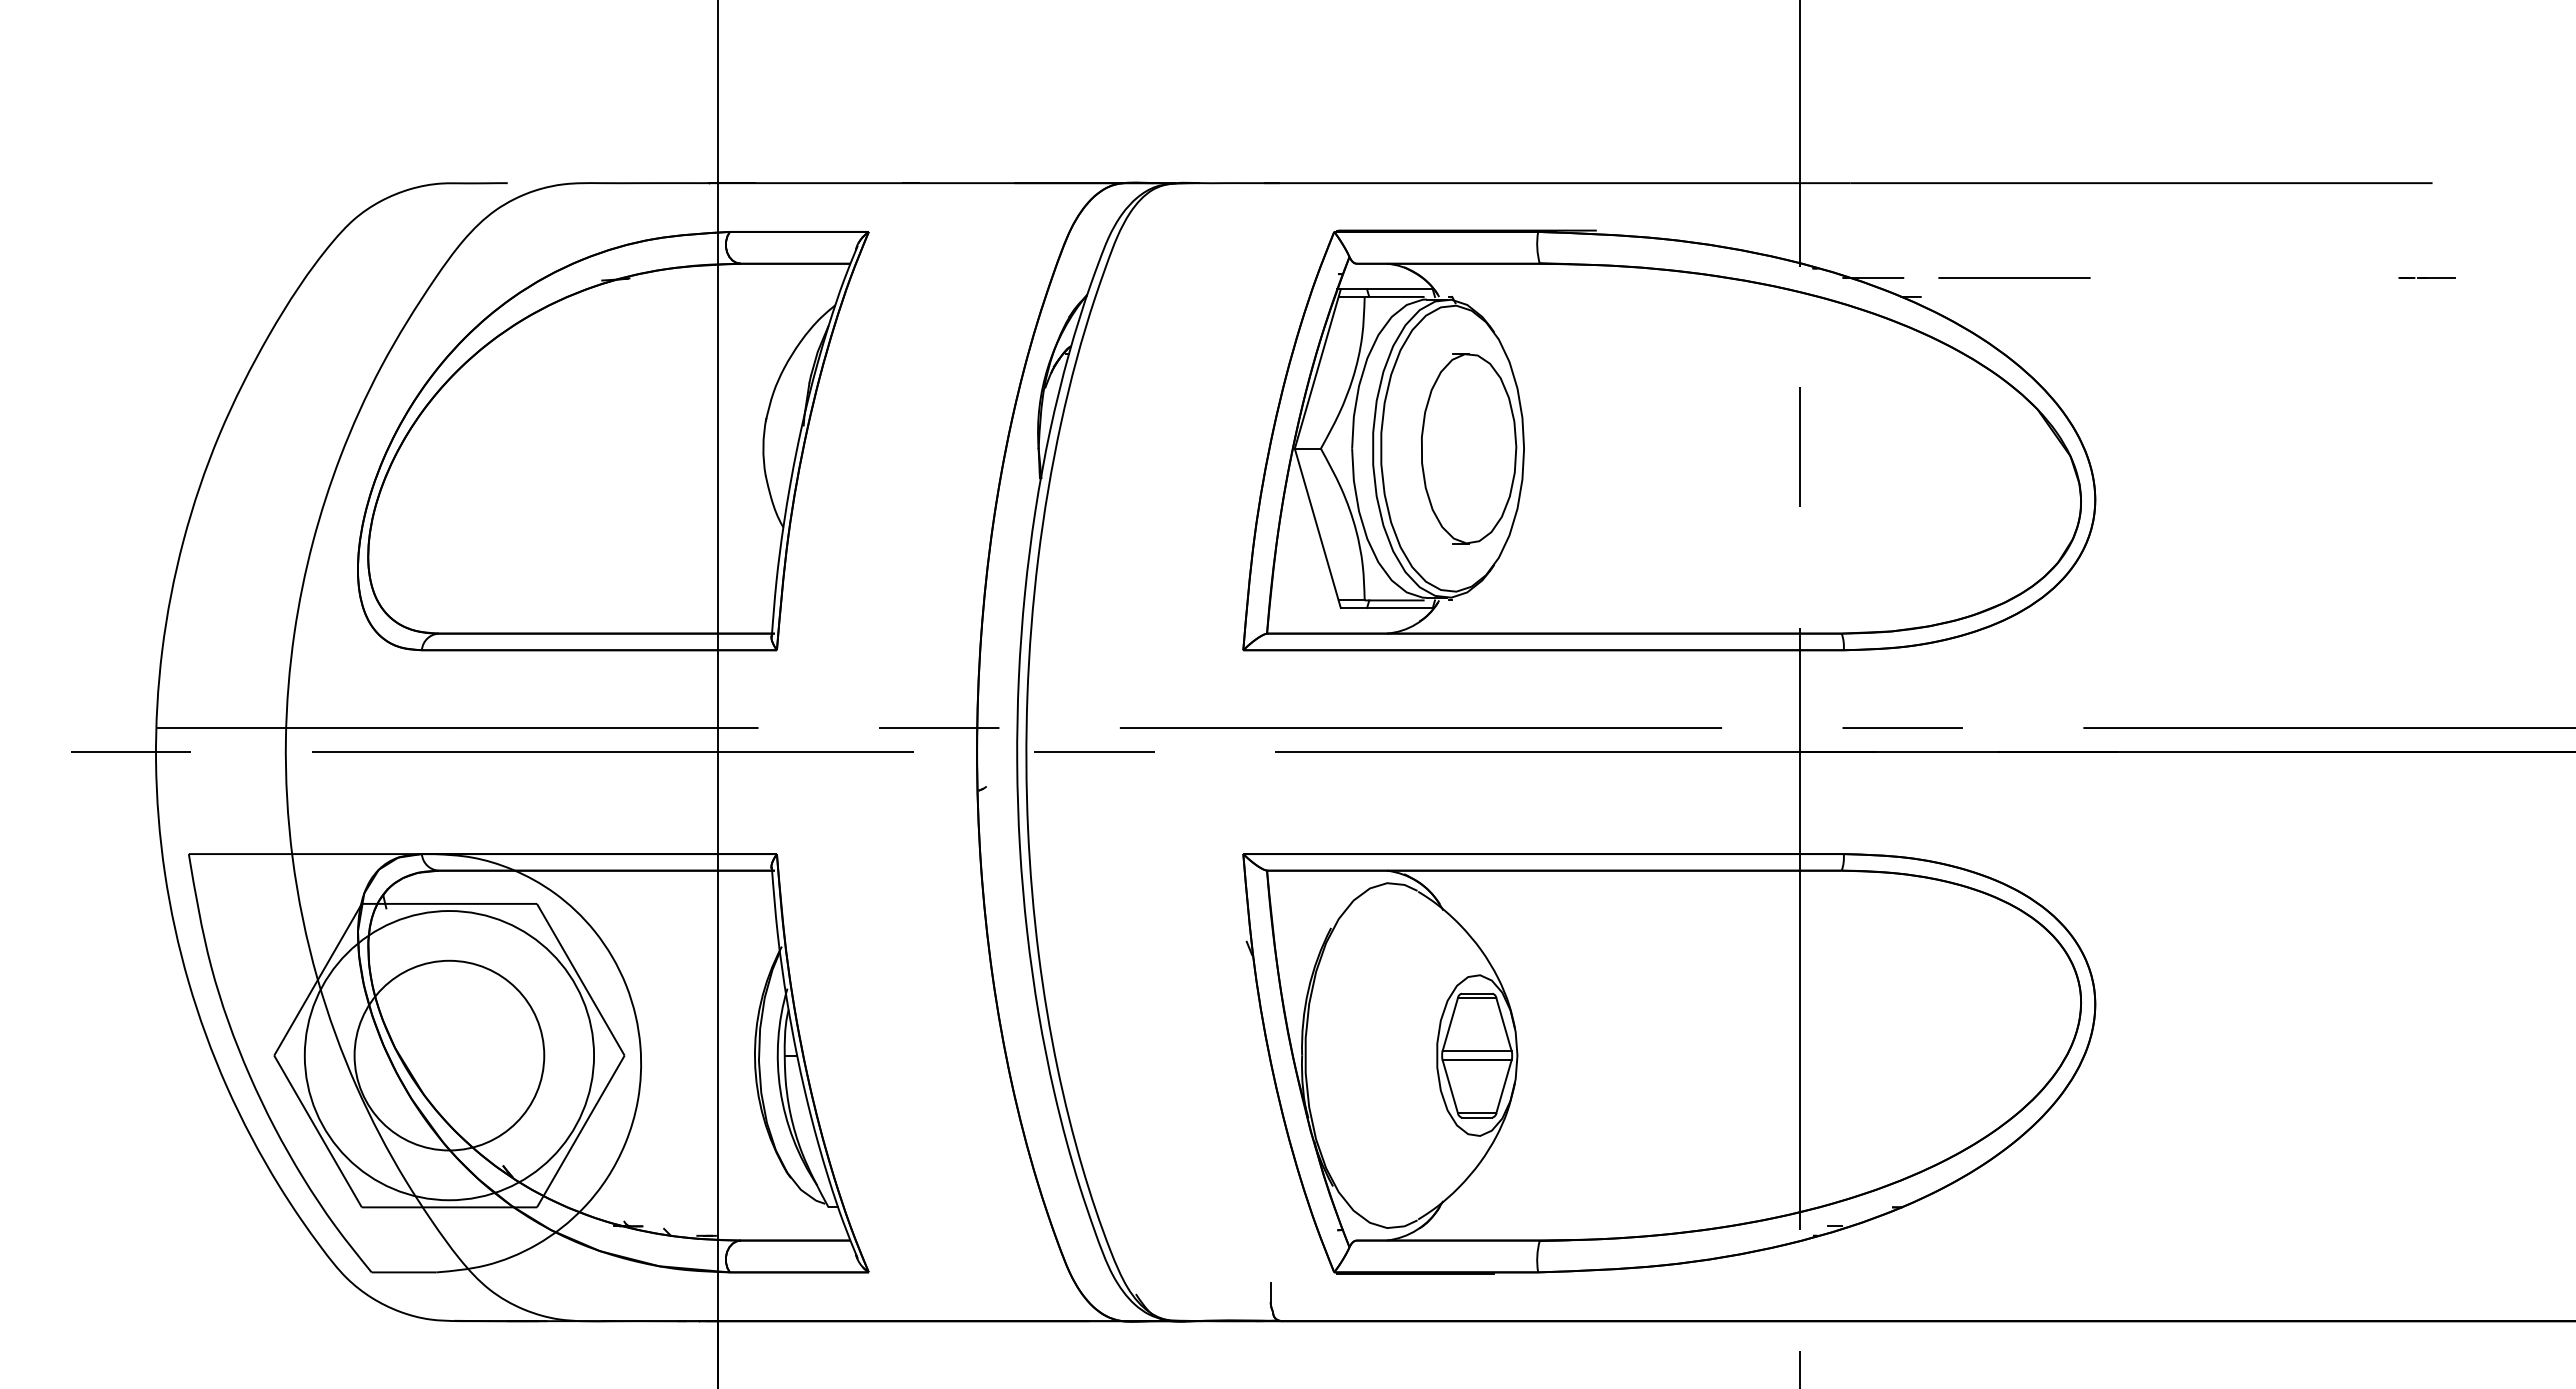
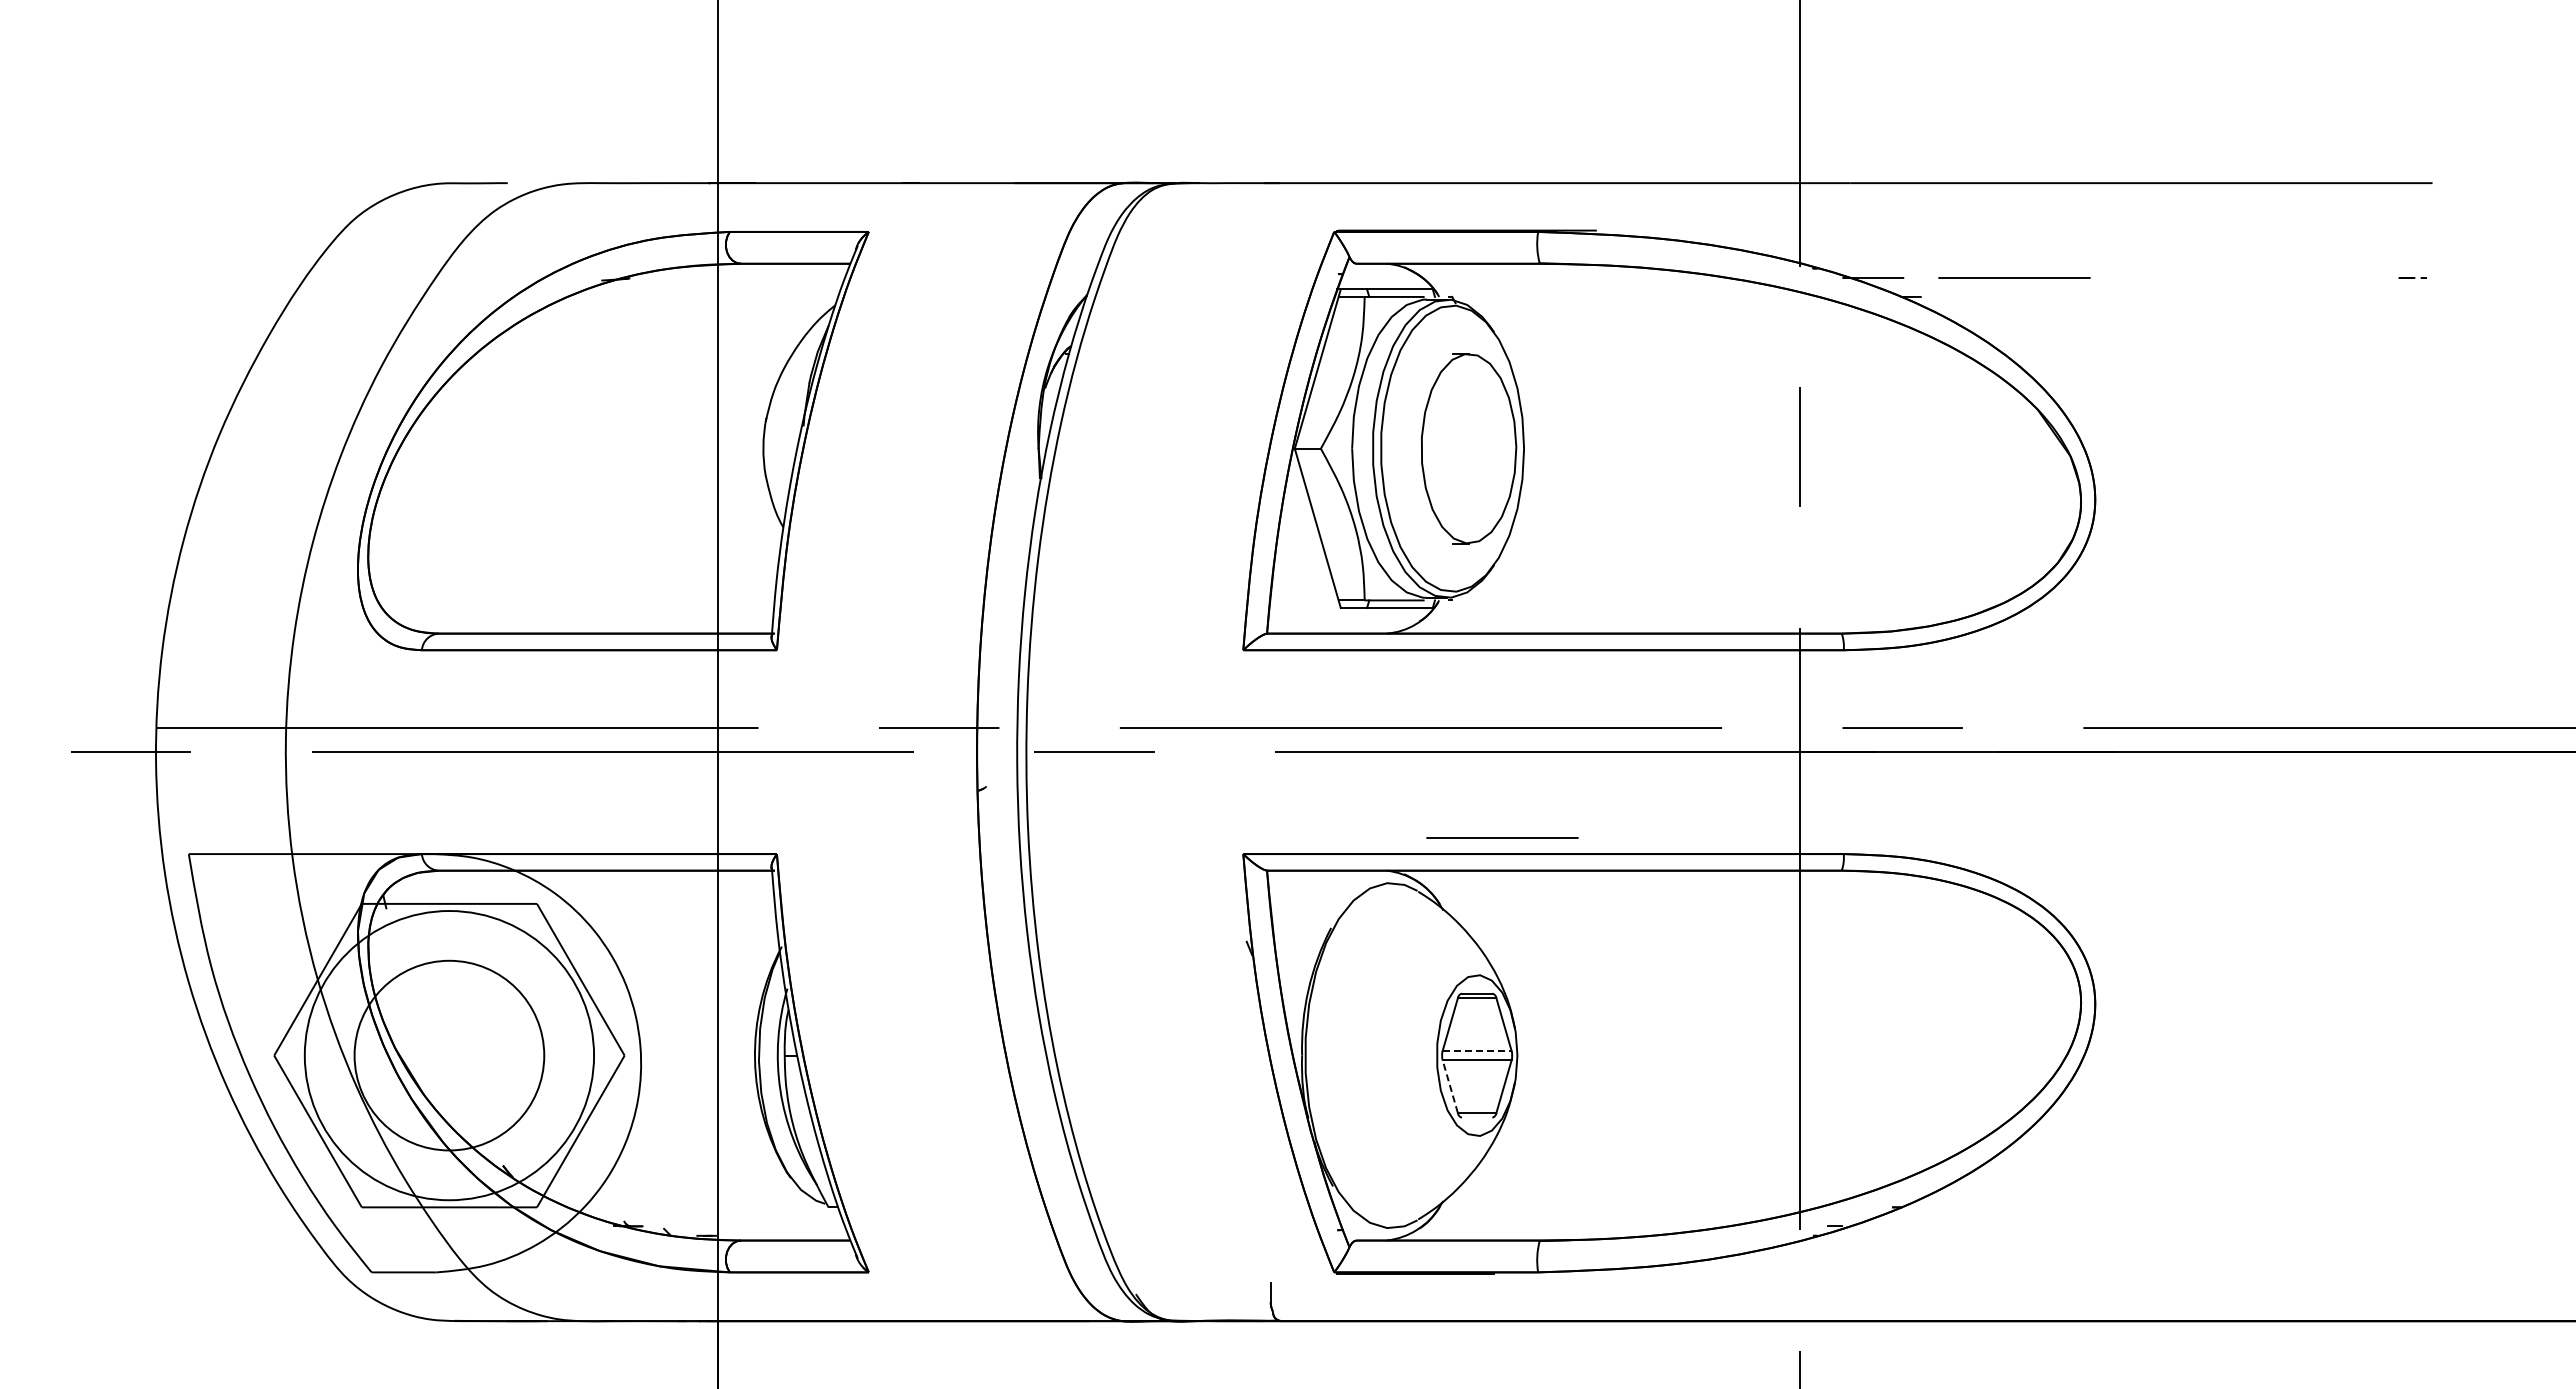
line at (2436, 278): present -> none
line at (1502, 837): none -> present
line at (1477, 1050): solid -> dashed
line at (1450, 1086): solid -> dashed
line at (1476, 1117): present -> none
